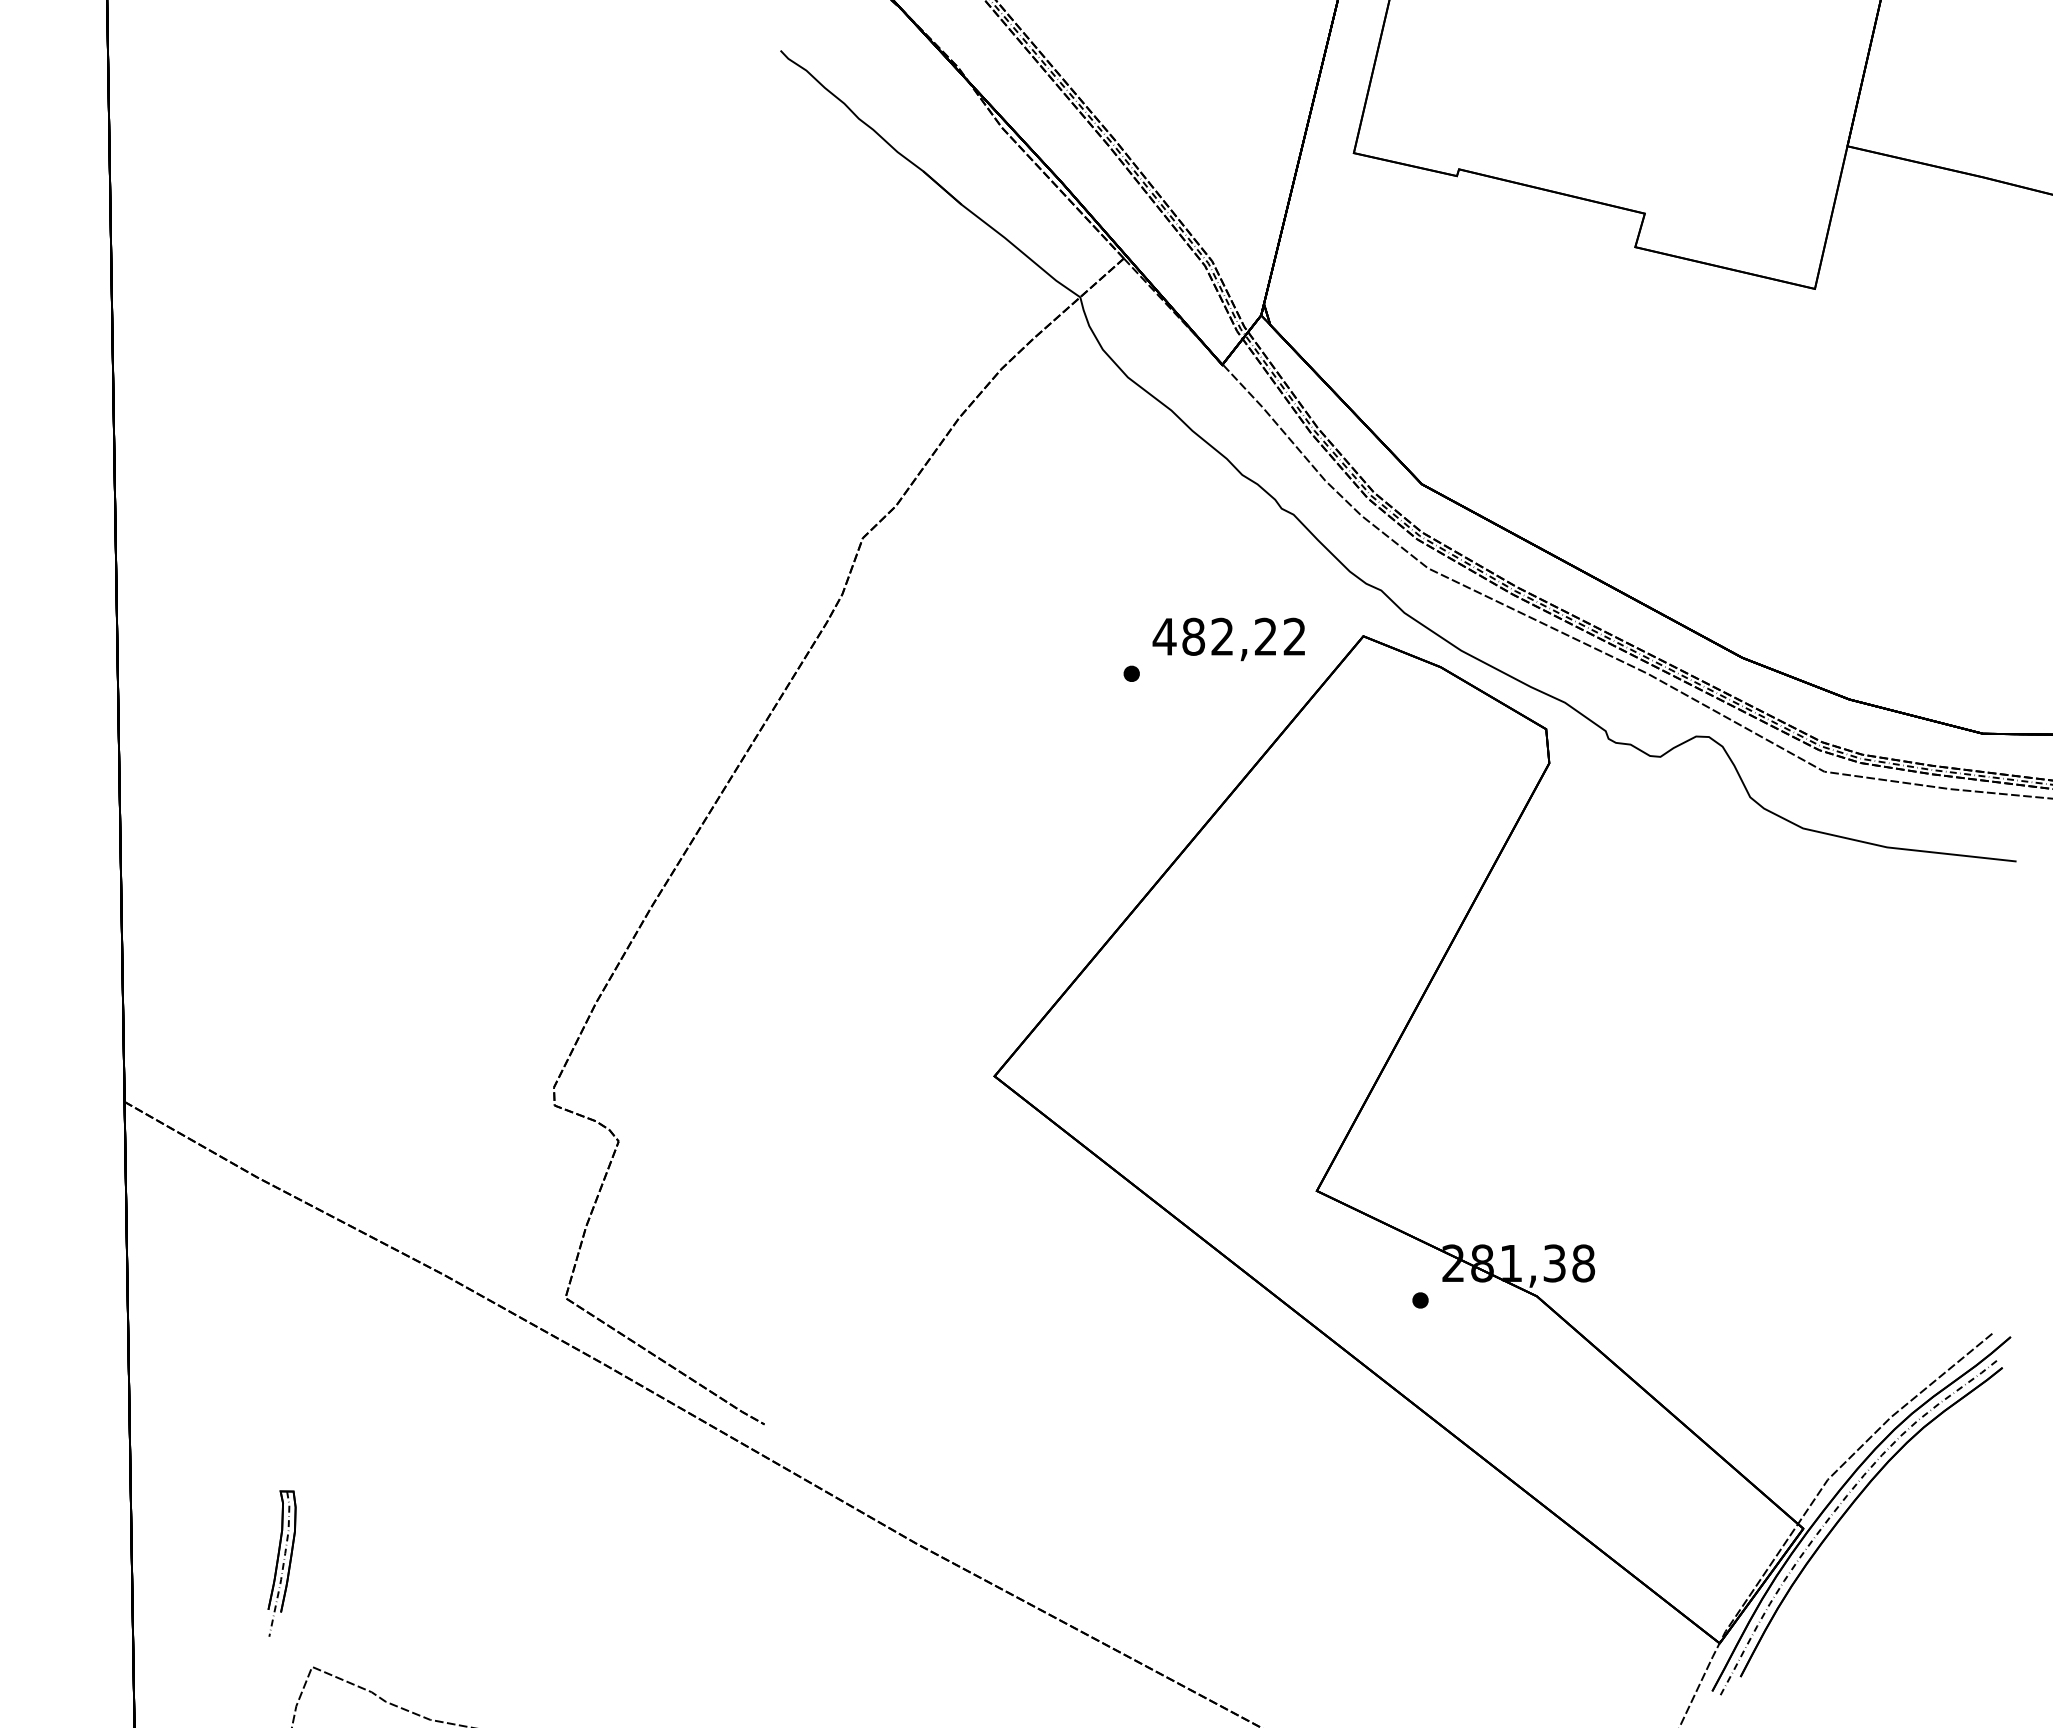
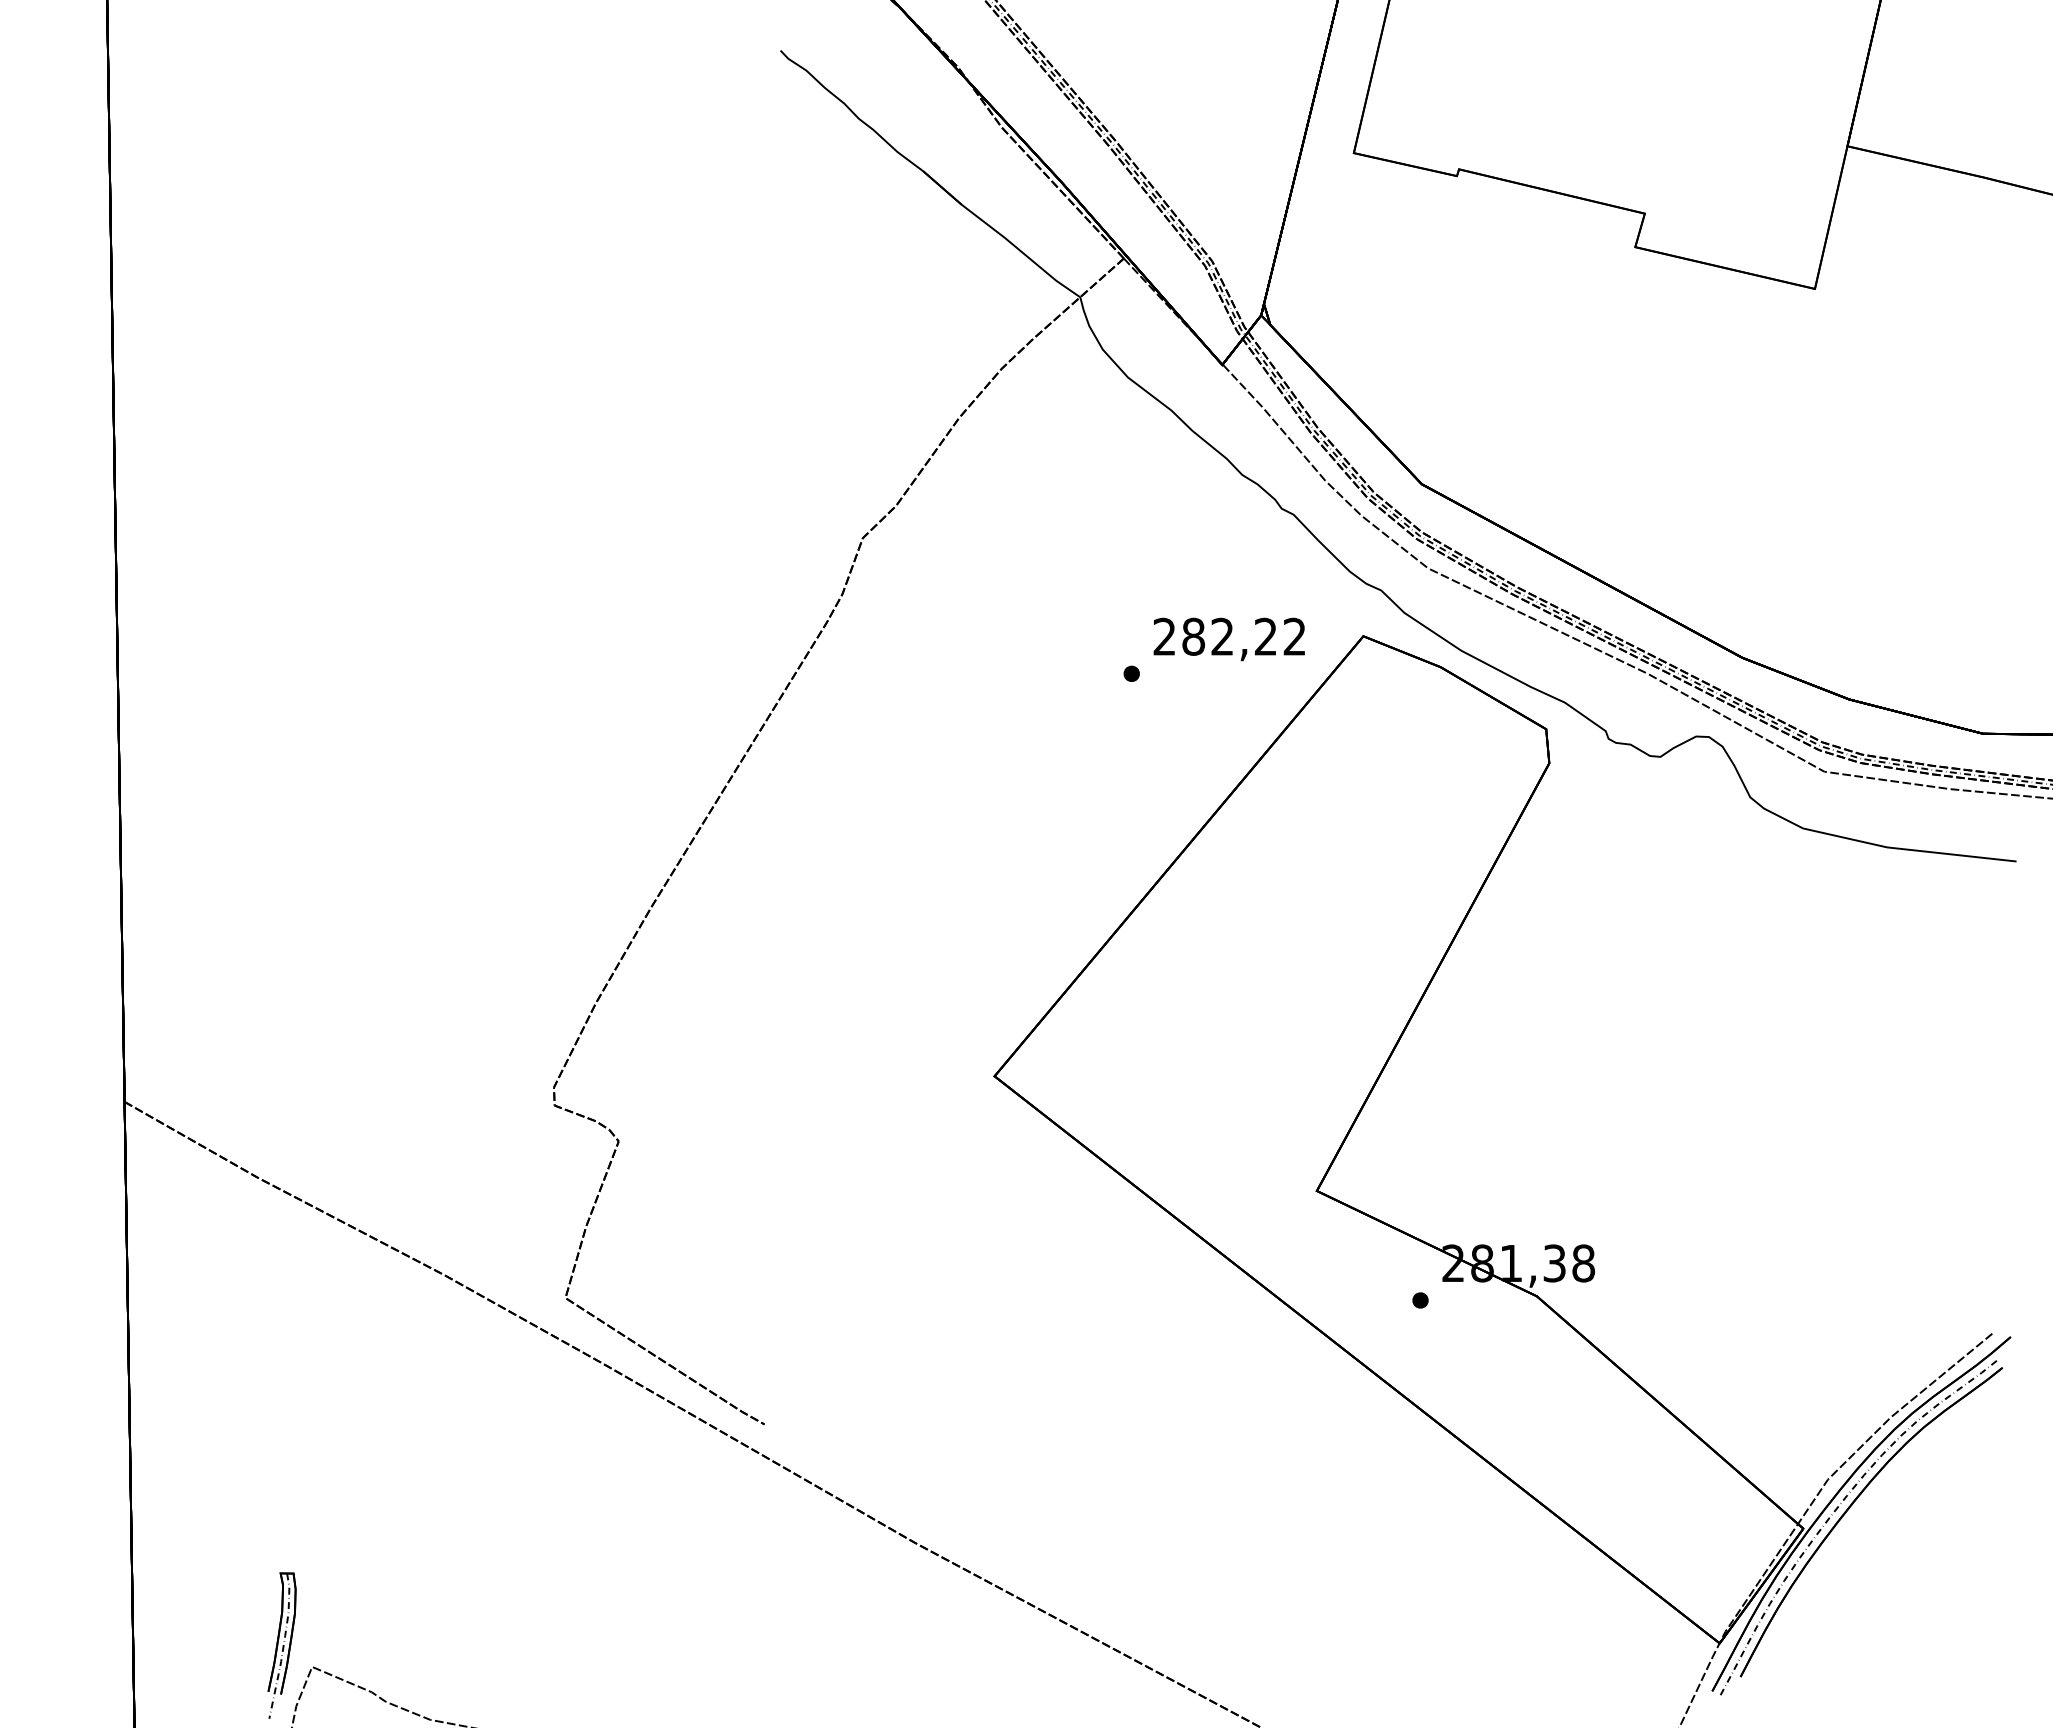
text at (1164, 636): 482,22 -> 282,22
part at (281, 1563) position: (281, 1563) -> (281, 1645)
